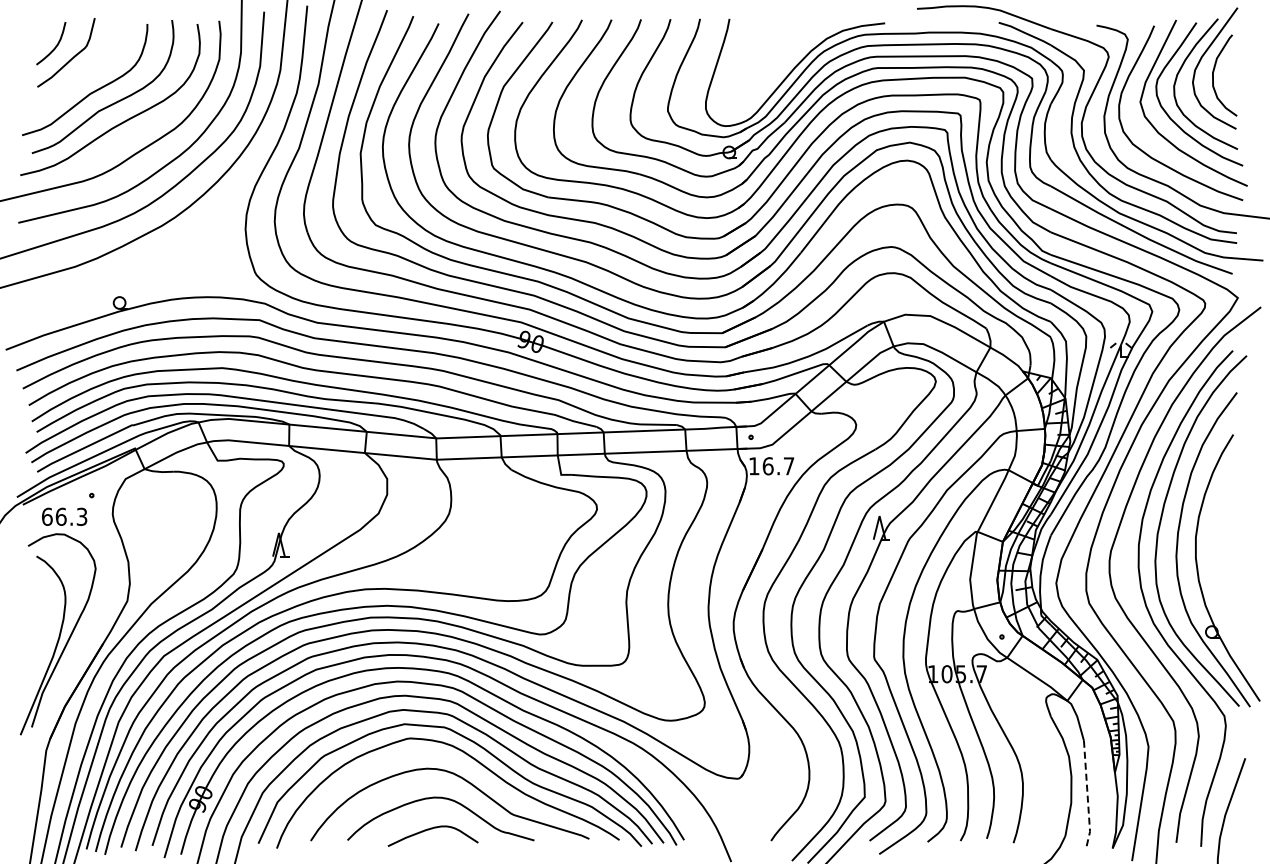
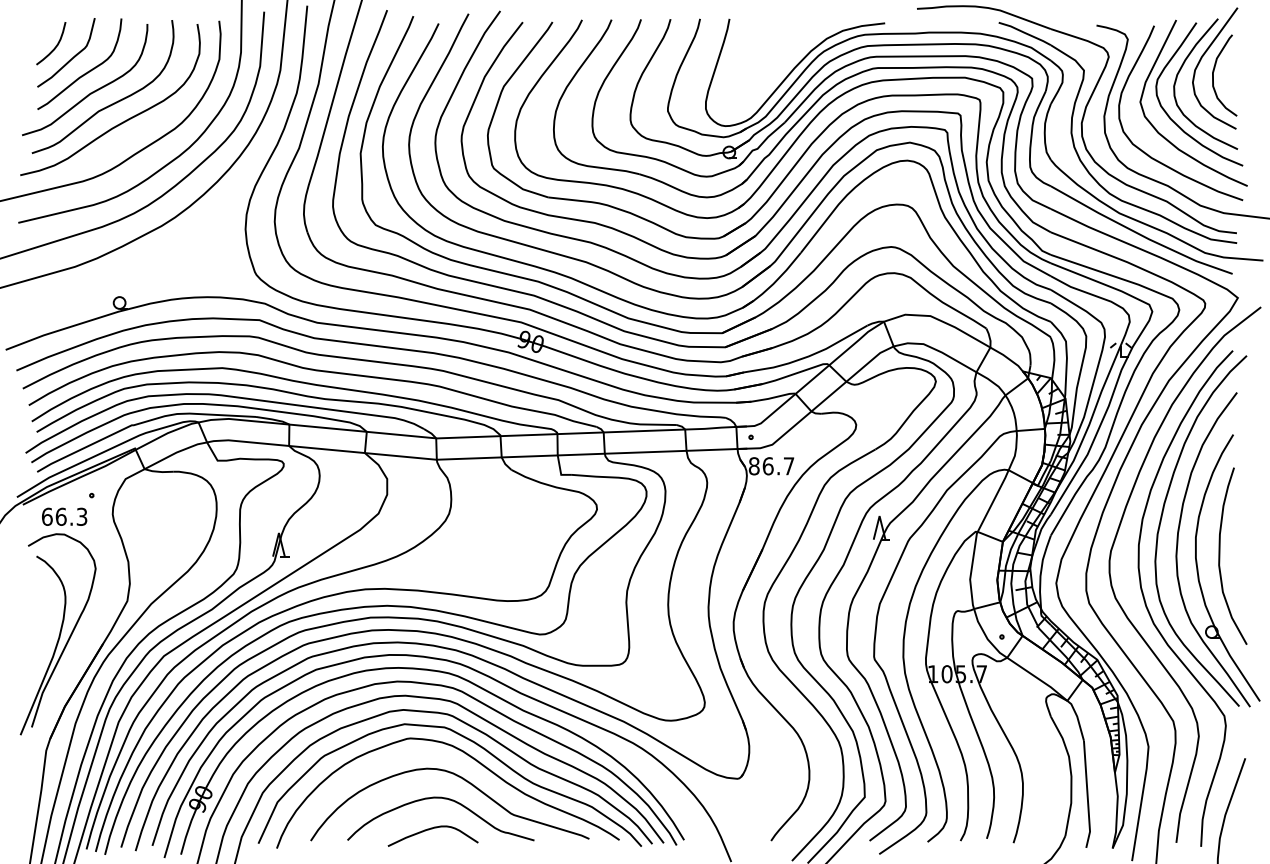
curve at (85, 72): none -> present
text at (753, 466): 16.7 -> 86.7
curve at (1220, 555): none -> present
line at (1087, 795): dashed -> solid
